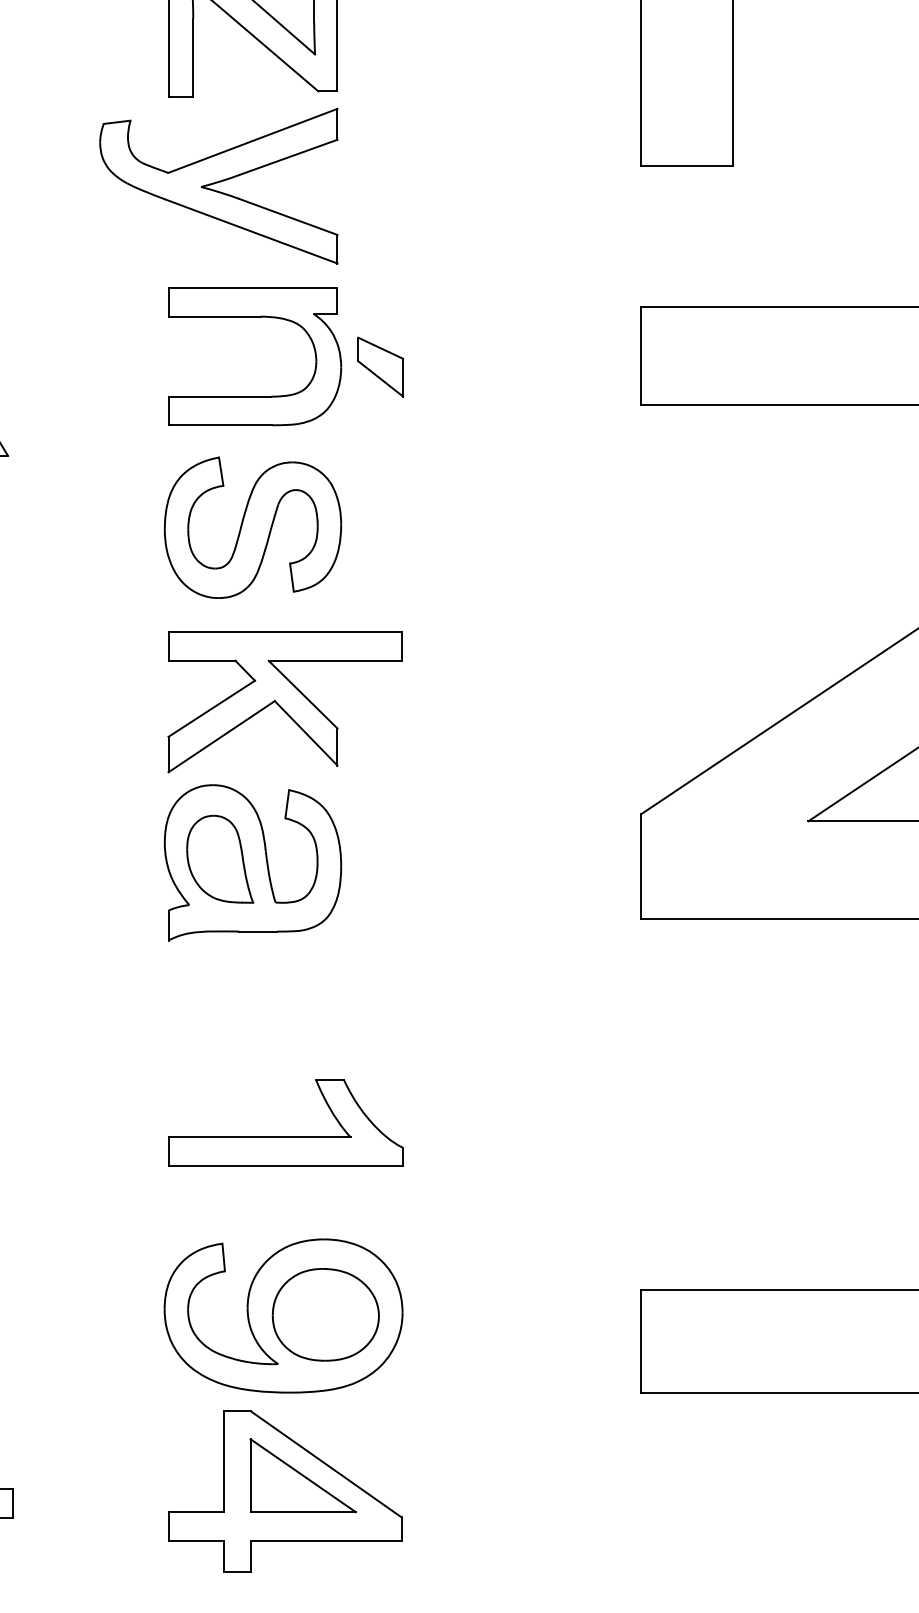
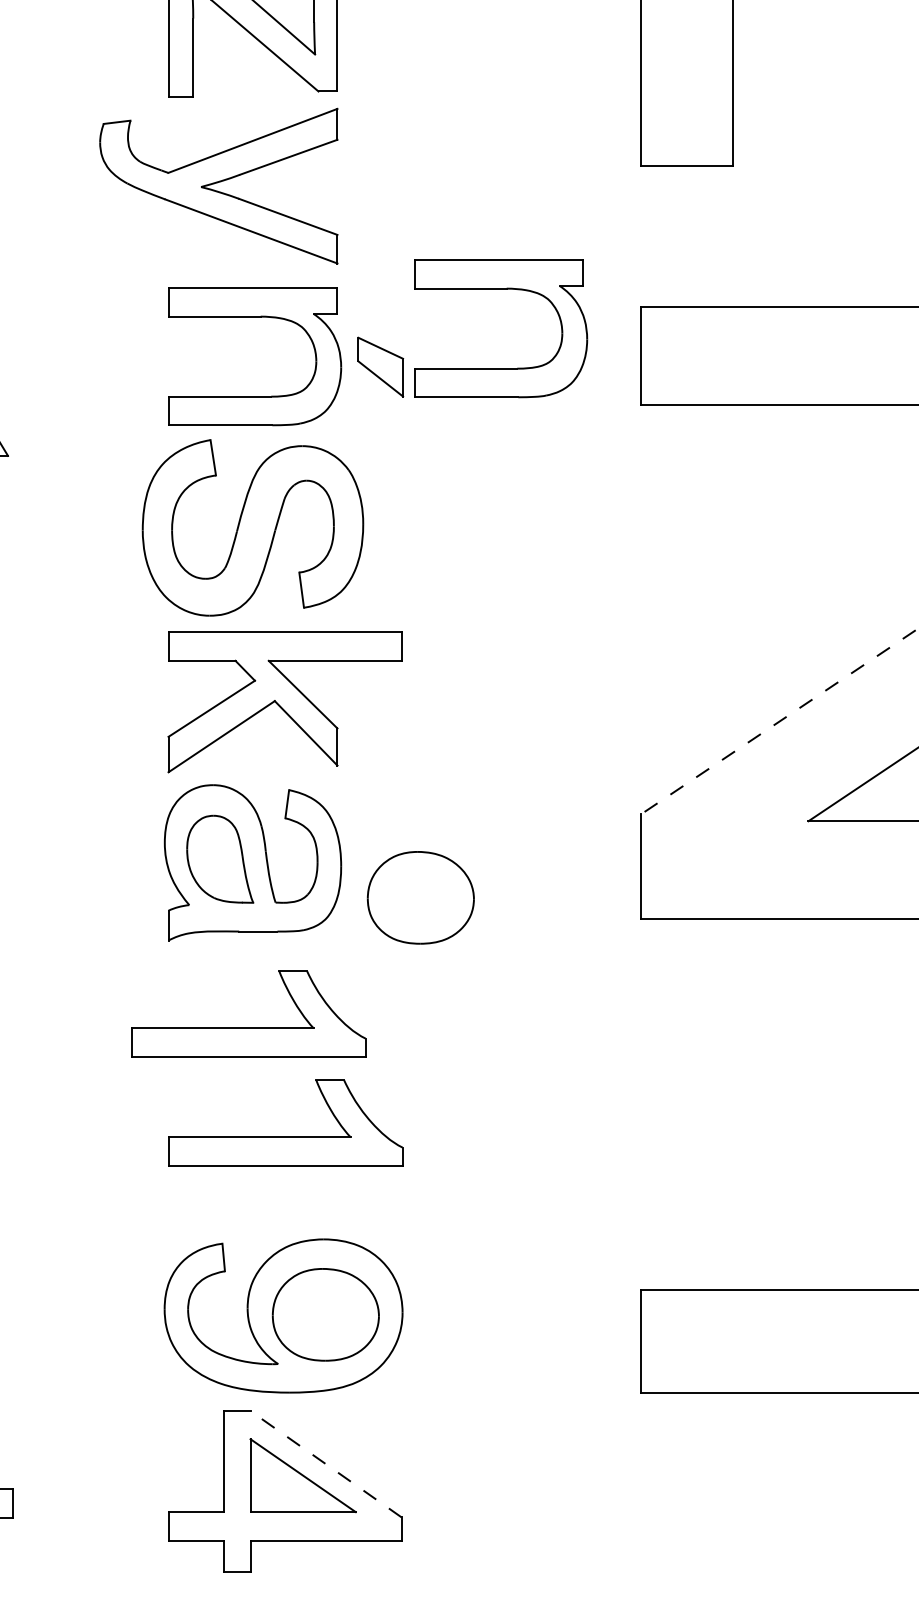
part at (501, 289): none -> present
part at (252, 527) size: 180x143 px -> 224x178 px
line at (780, 721): solid -> dashed
part at (420, 897): none -> present
part at (248, 1027): none -> present
line at (325, 1463): solid -> dashed
